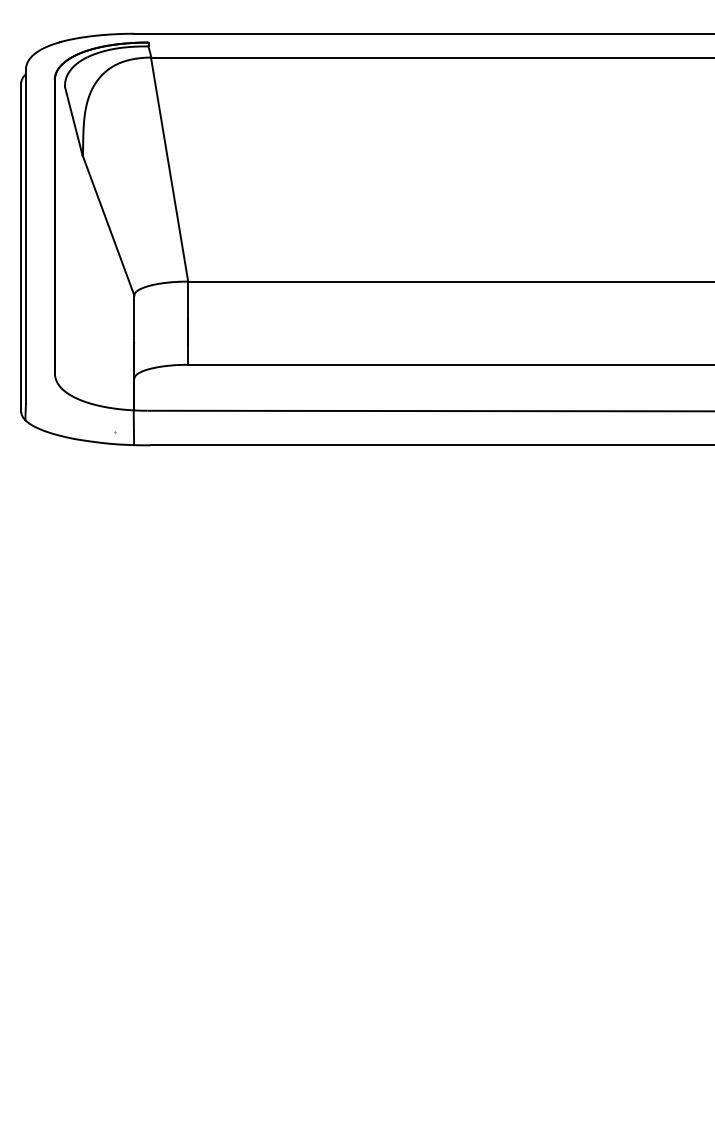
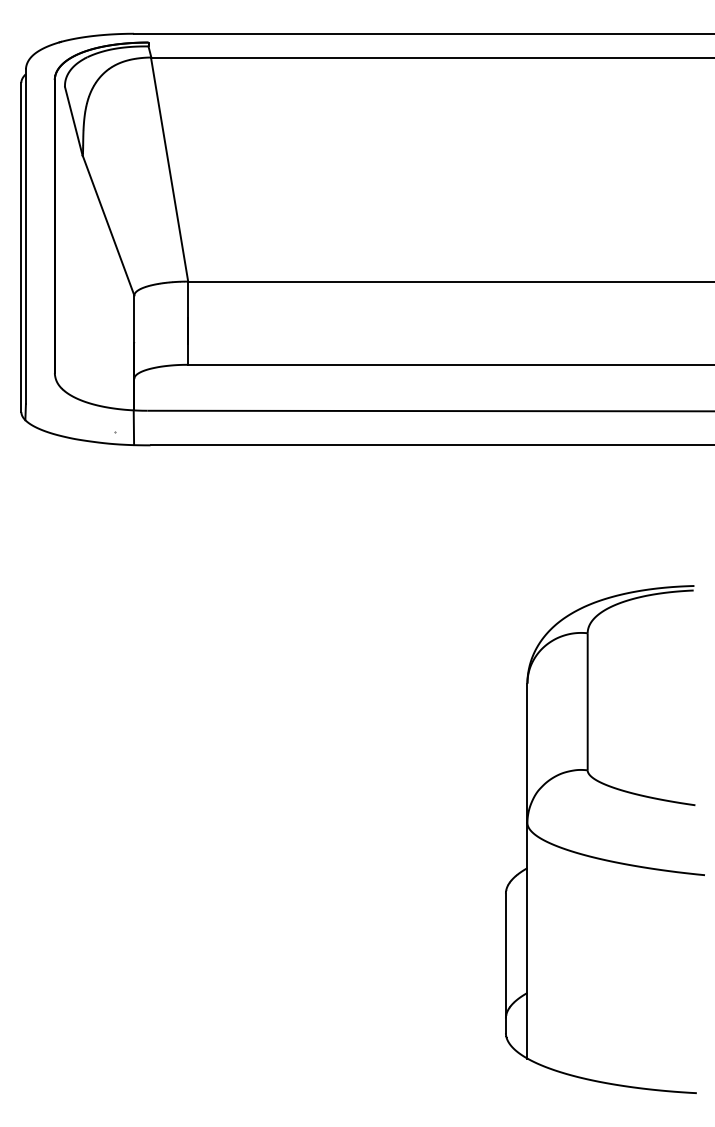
part at (599, 857): none -> present
